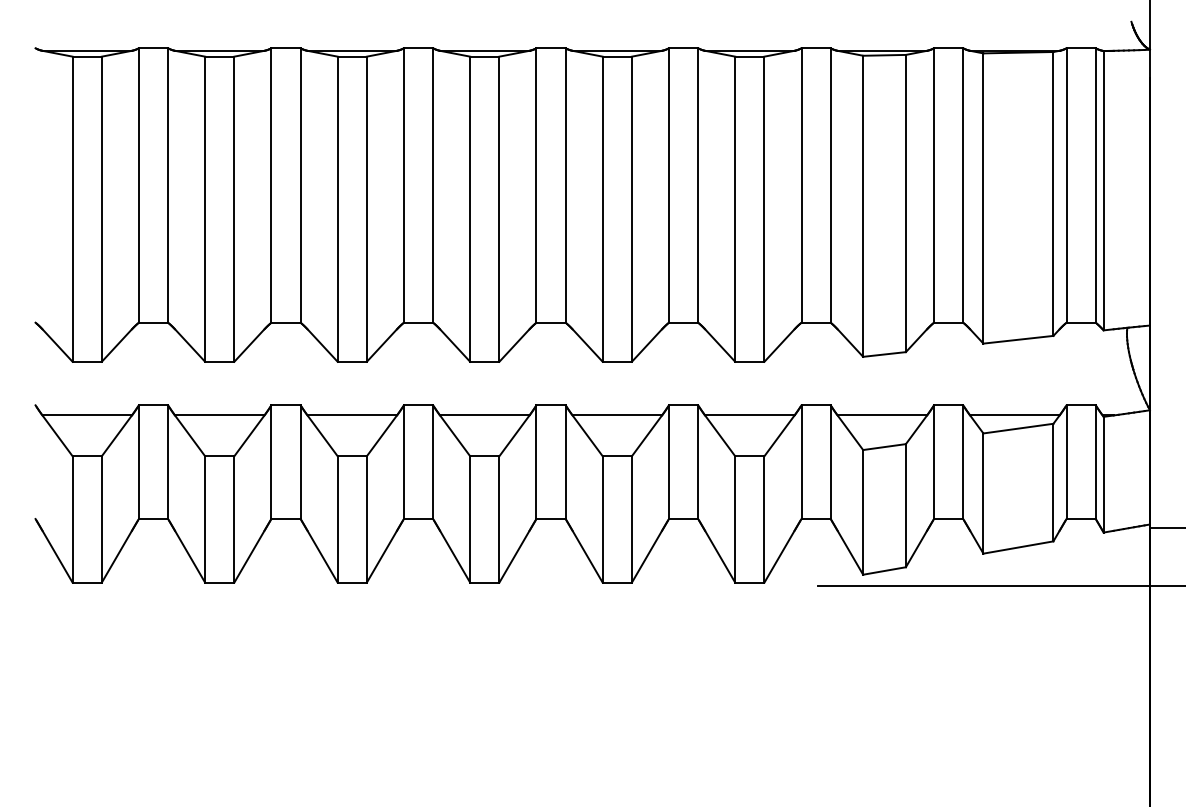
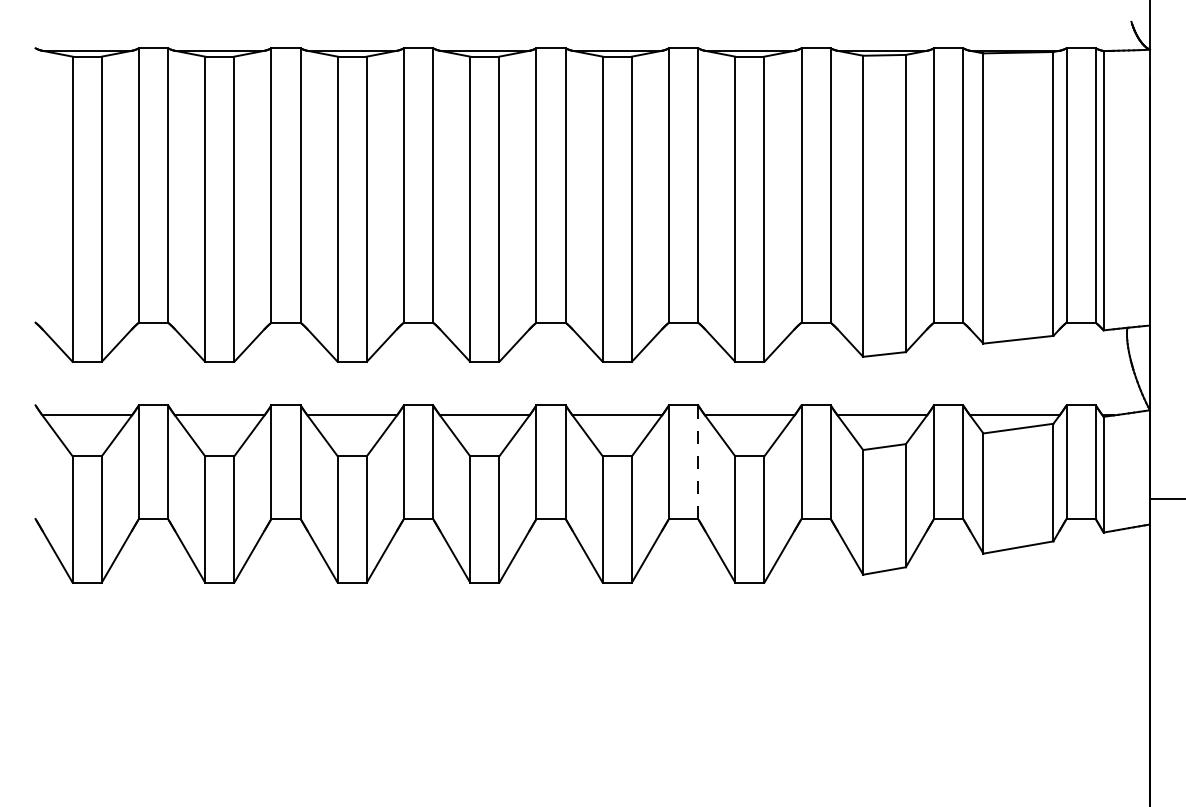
line at (698, 462): solid -> dashed
line at (1165, 527) position: (1165, 527) -> (1165, 498)
line at (999, 586): present -> none
